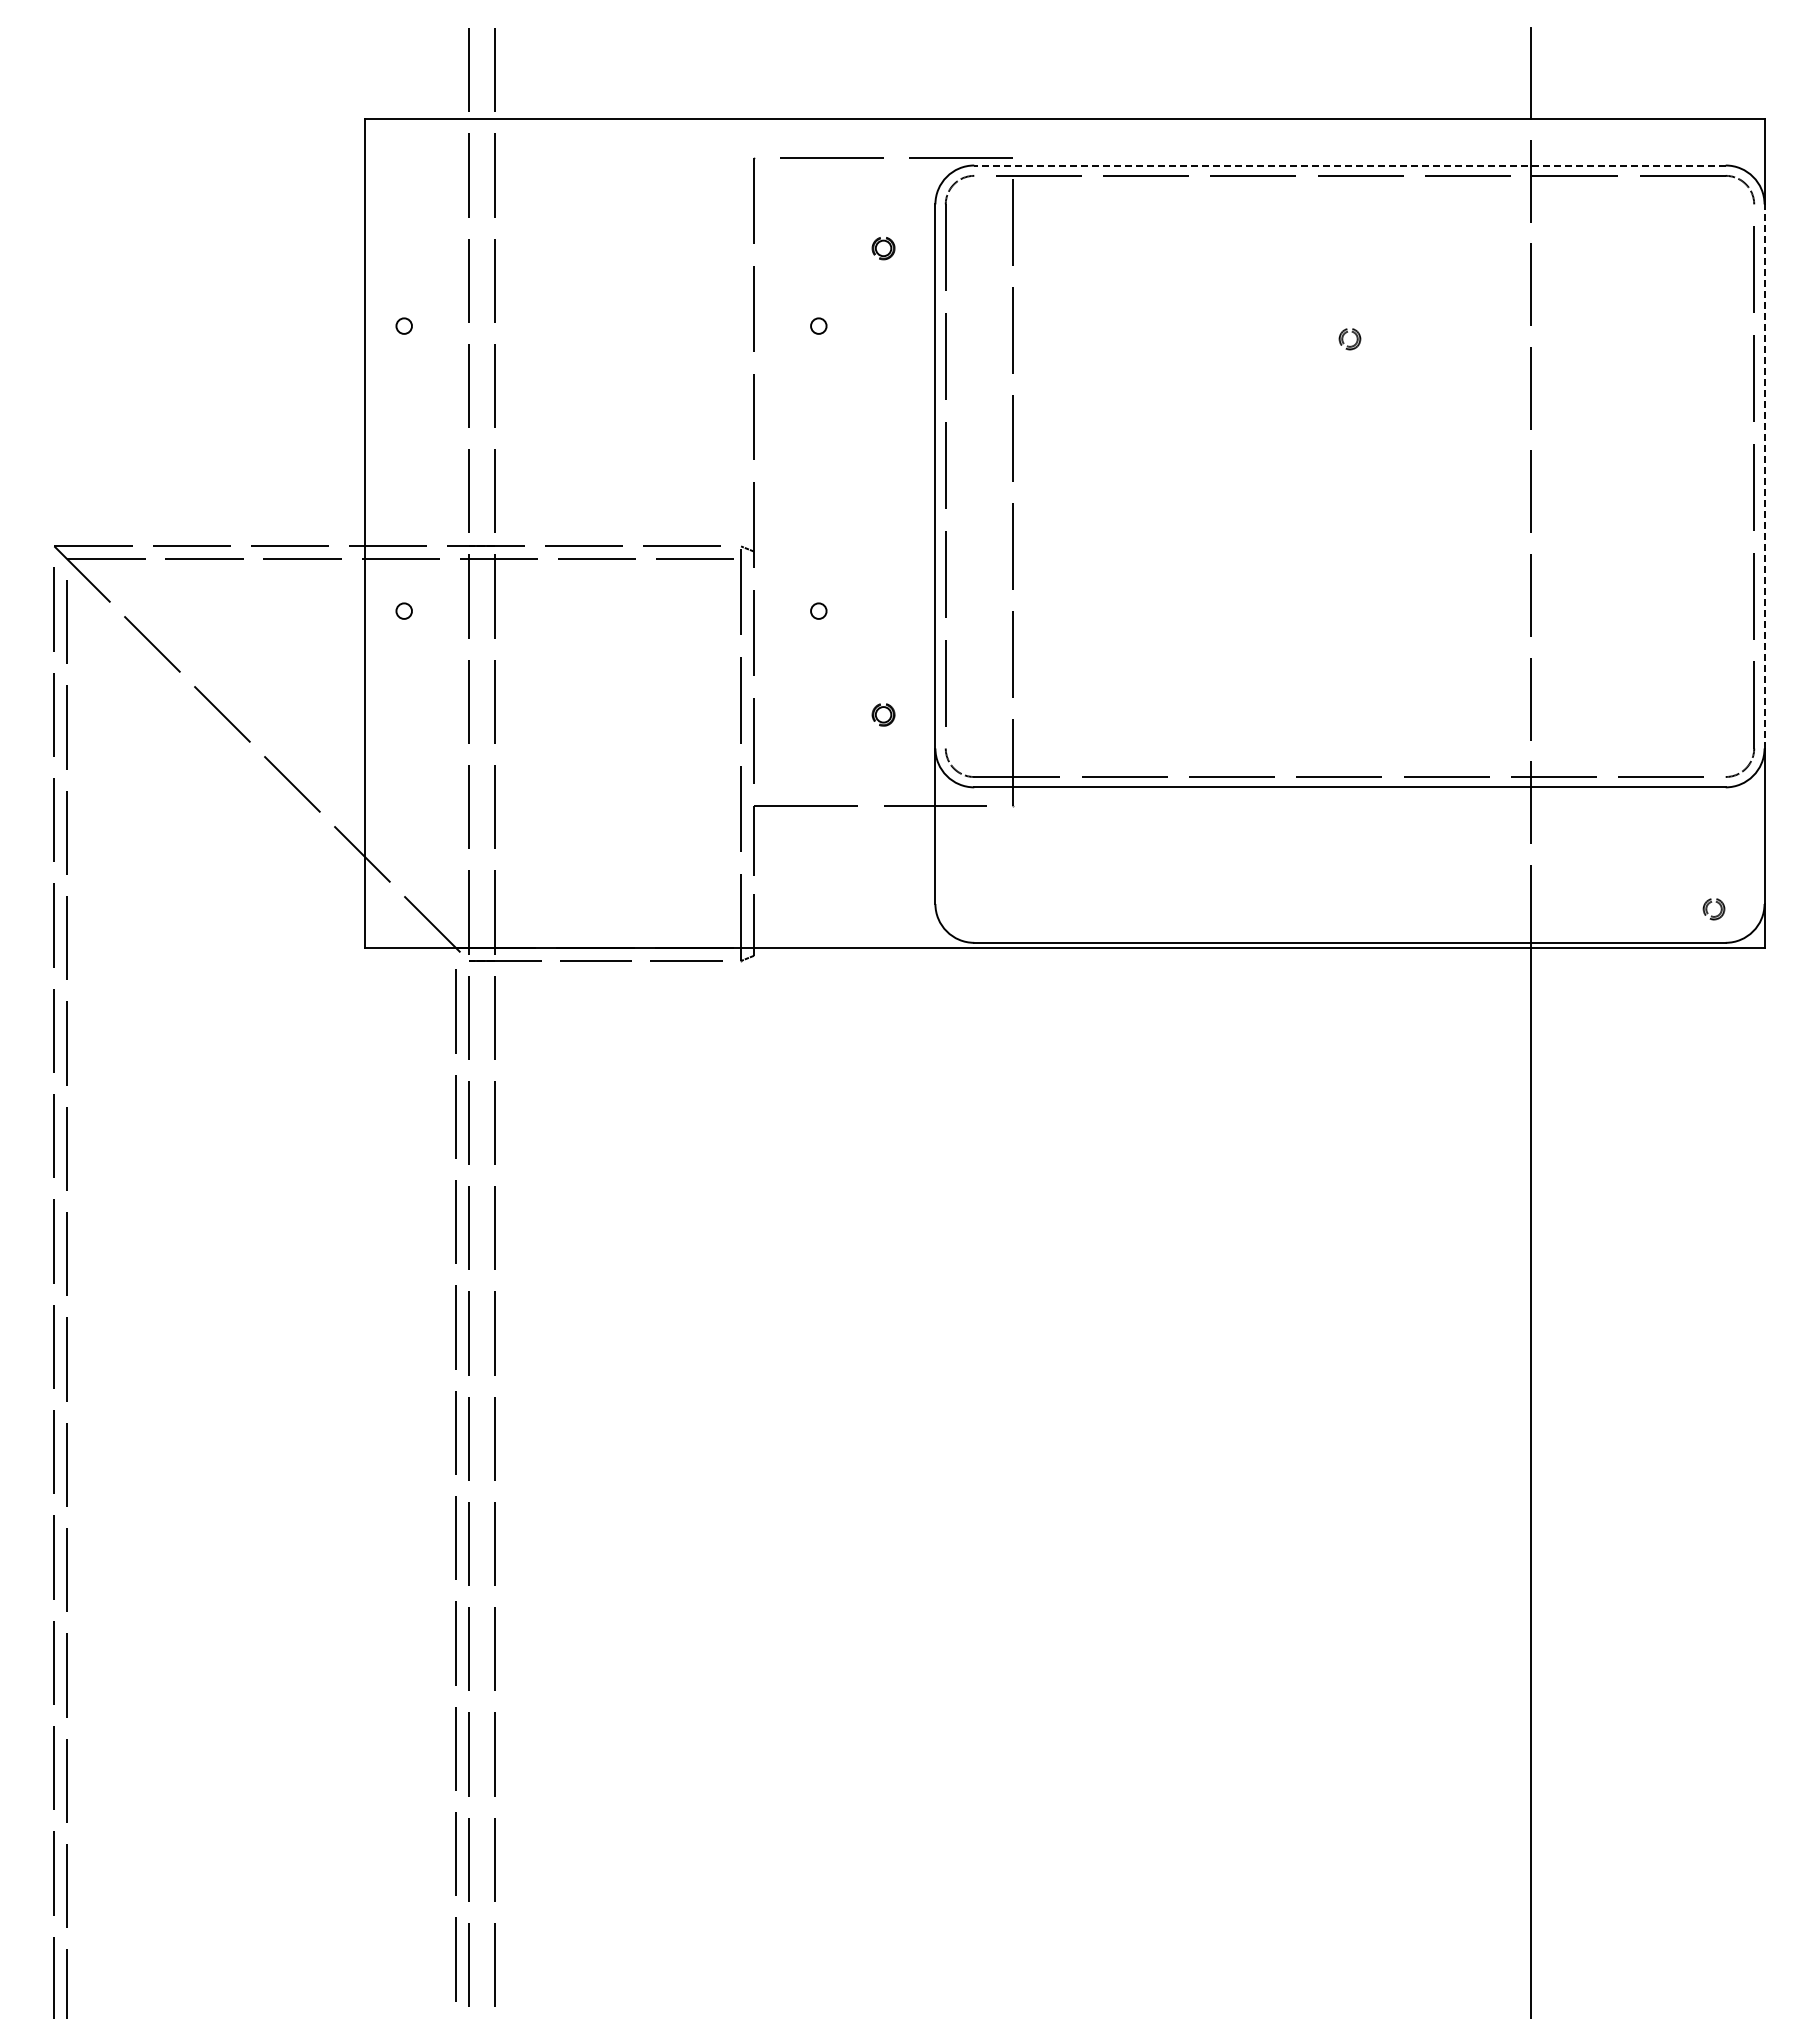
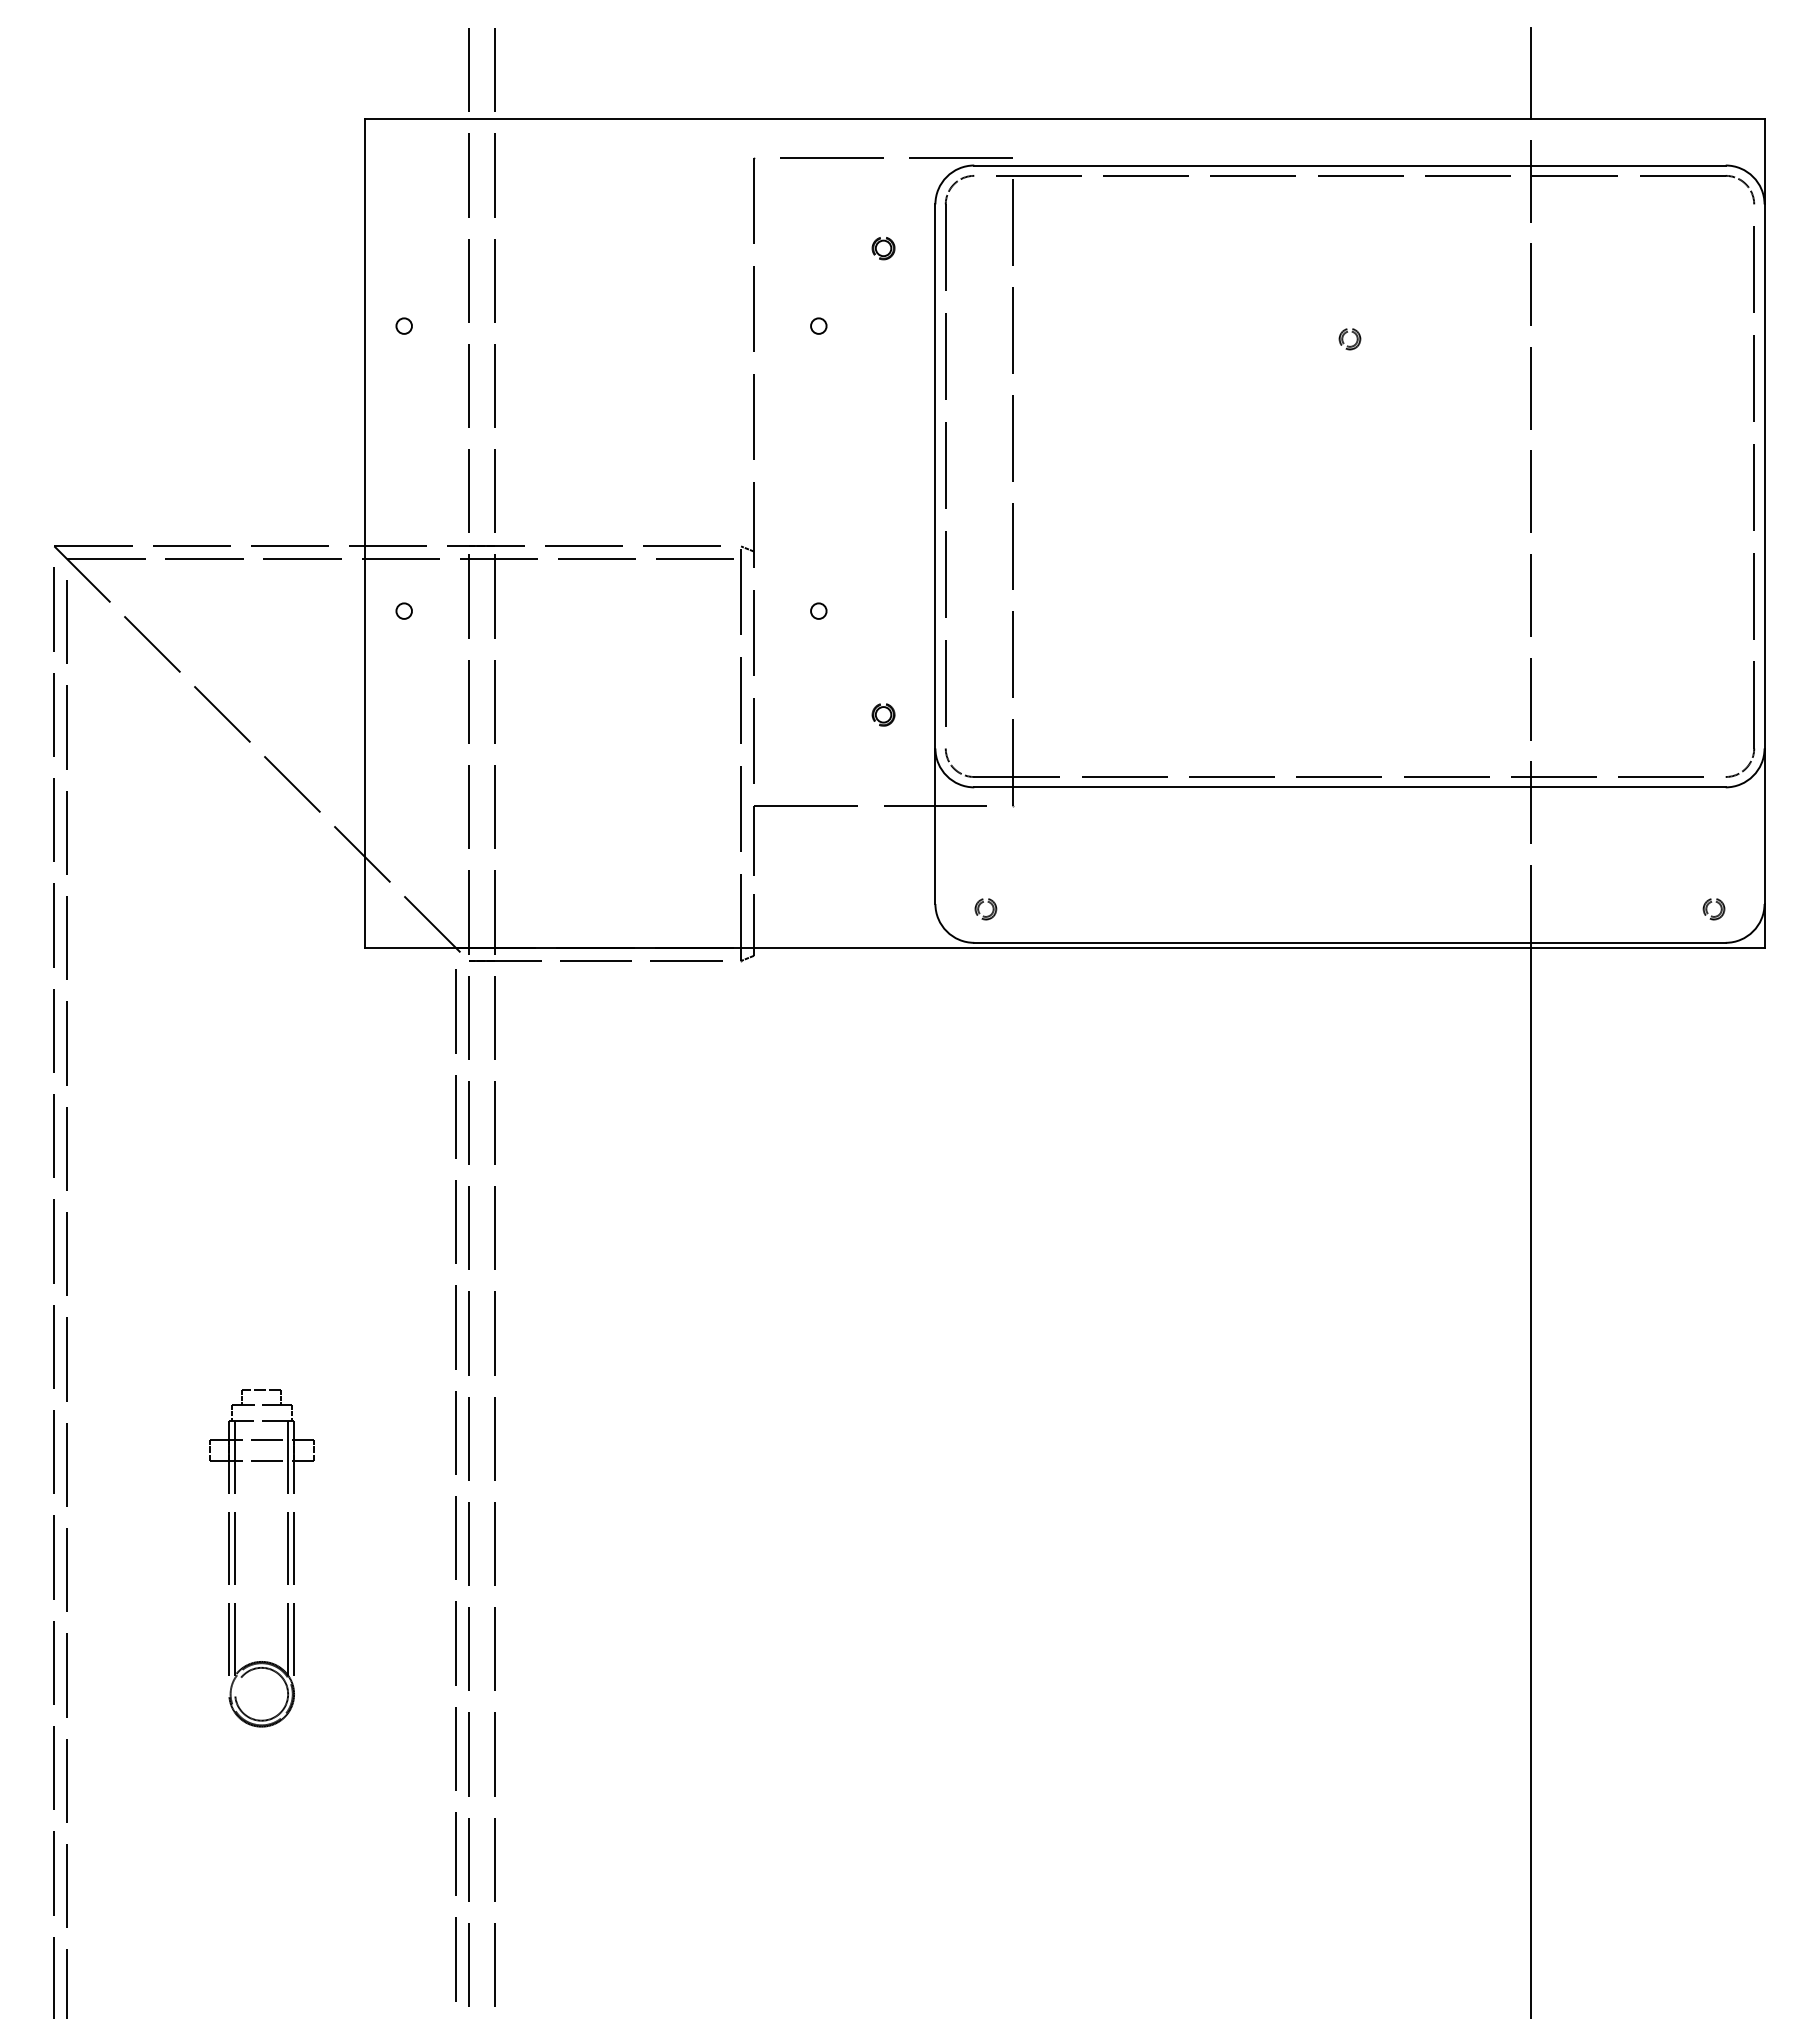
line at (1349, 165): dashed -> solid
line at (1764, 475): dashed -> solid
part at (985, 909): none -> present
part at (235, 1558): none -> present
